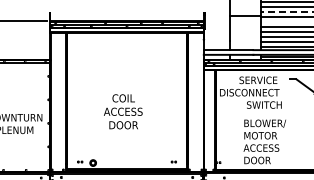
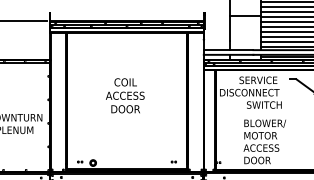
line at (286, 12): dashed -> solid
line at (285, 22): none -> present
text at (123, 111) position: (123, 111) -> (125, 95)
